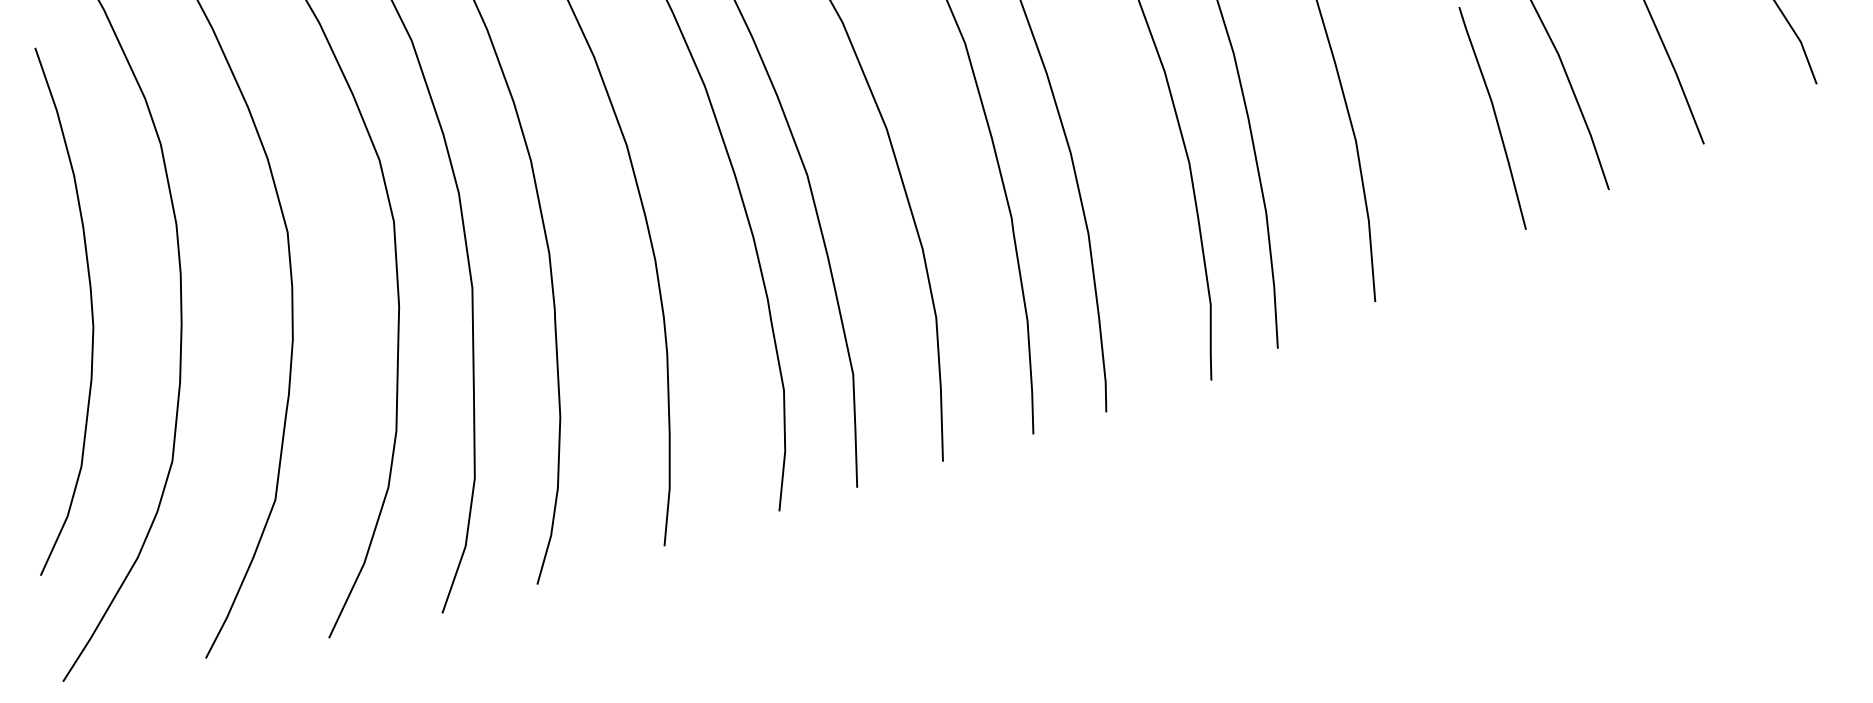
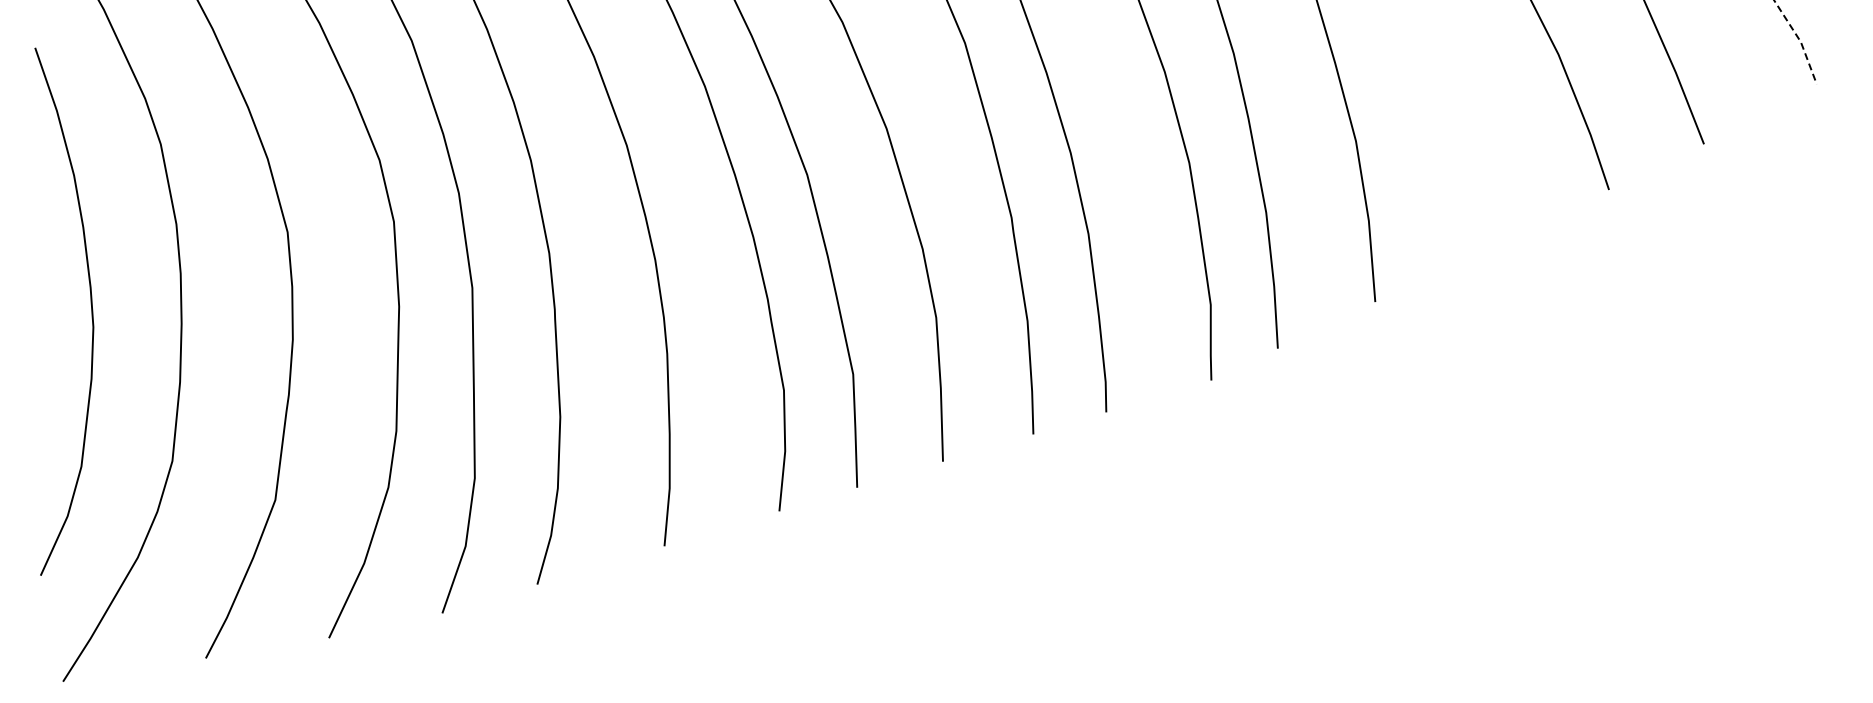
line at (1800, 41): solid -> dashed
line at (1494, 116): present -> none
